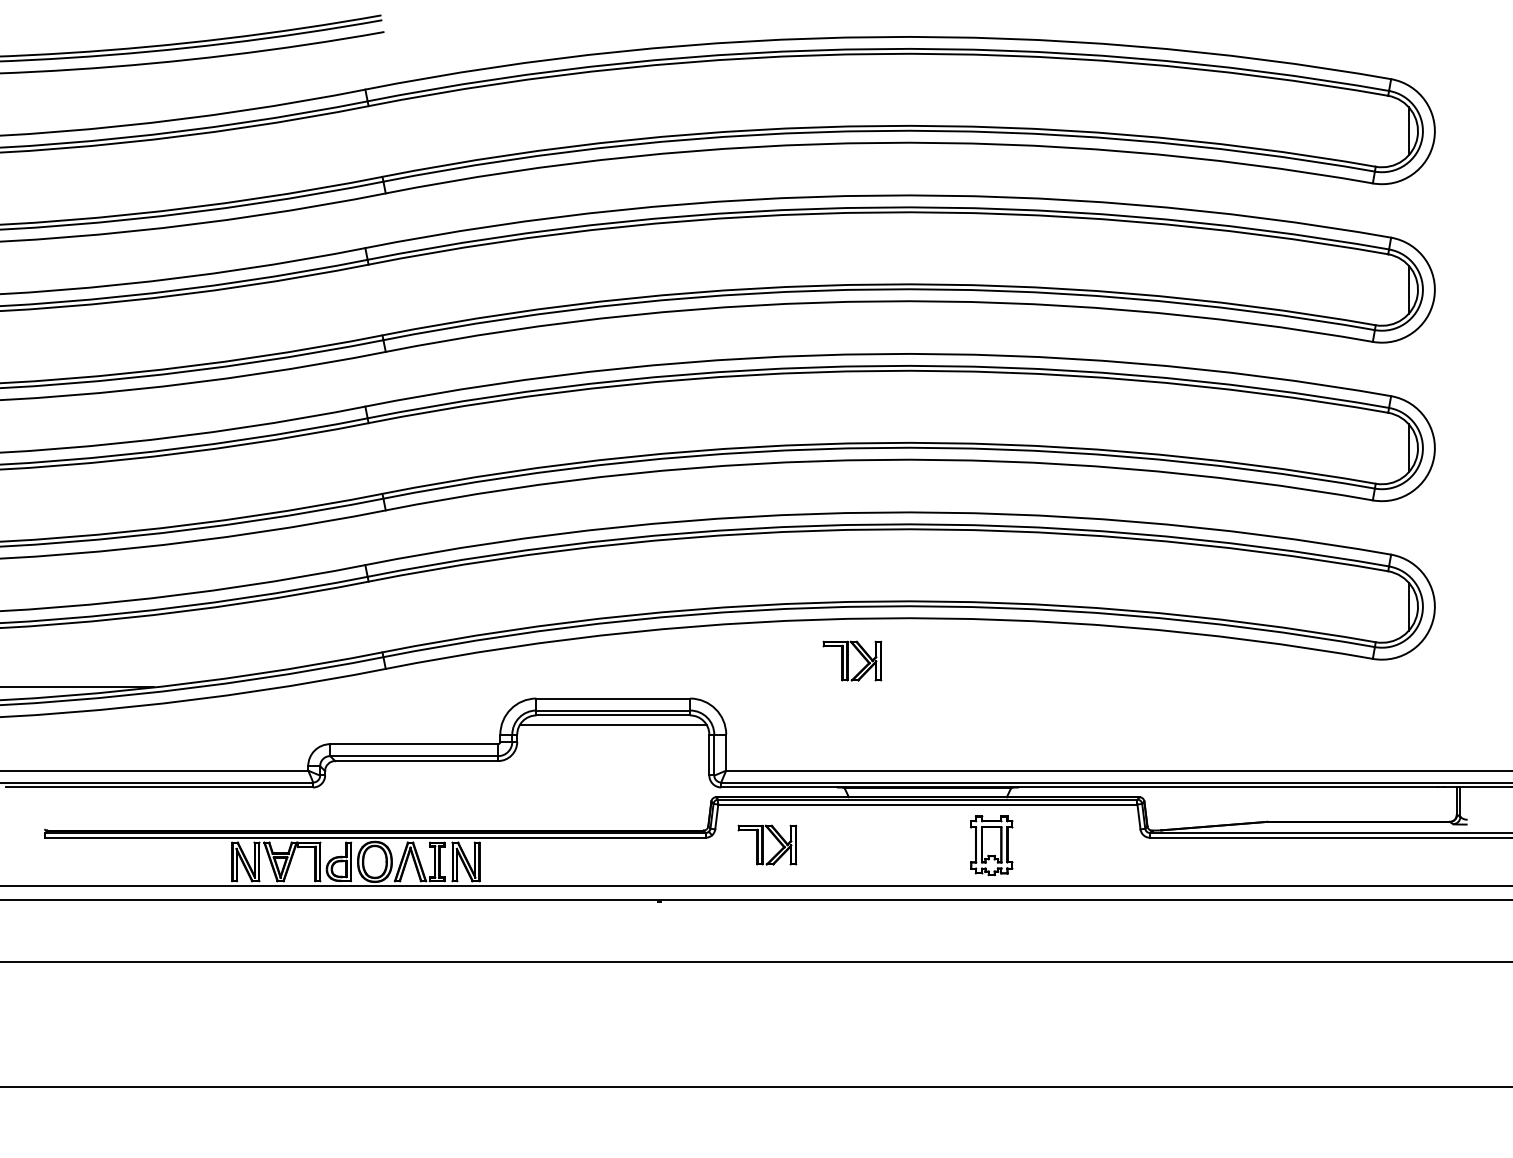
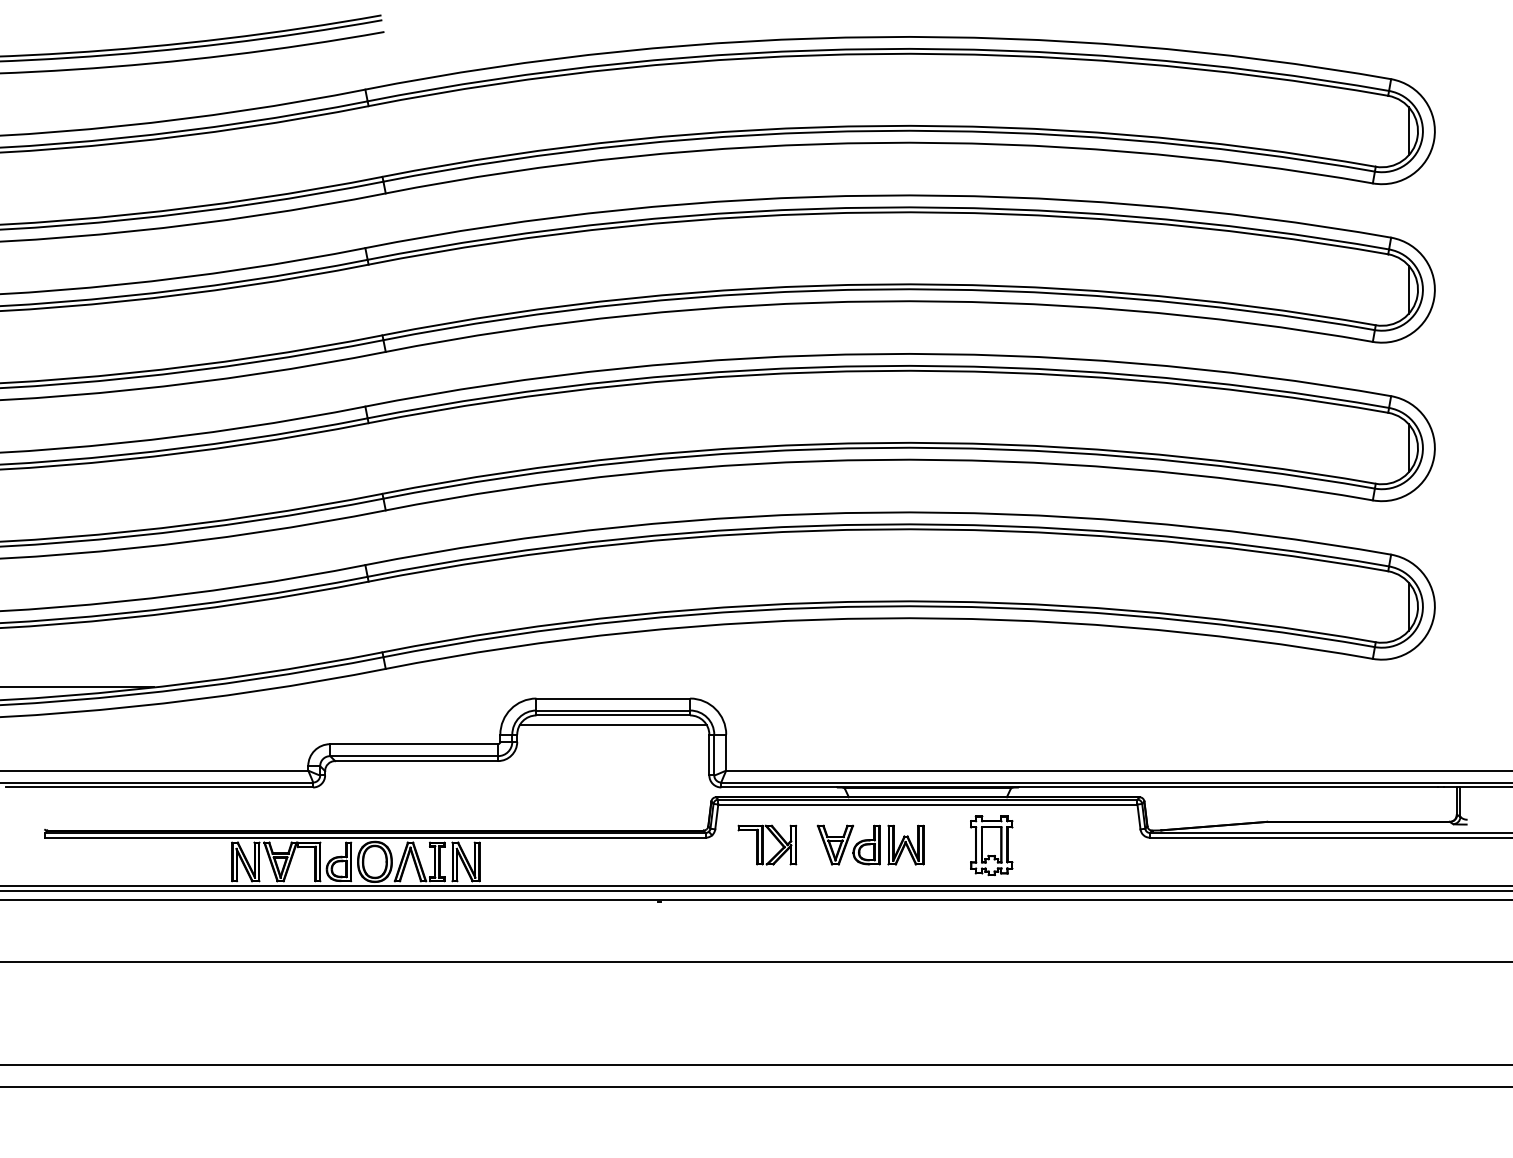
part at (852, 660): present -> none
part at (870, 844): none -> present
line at (755, 890): none -> present
line at (755, 1064): none -> present
